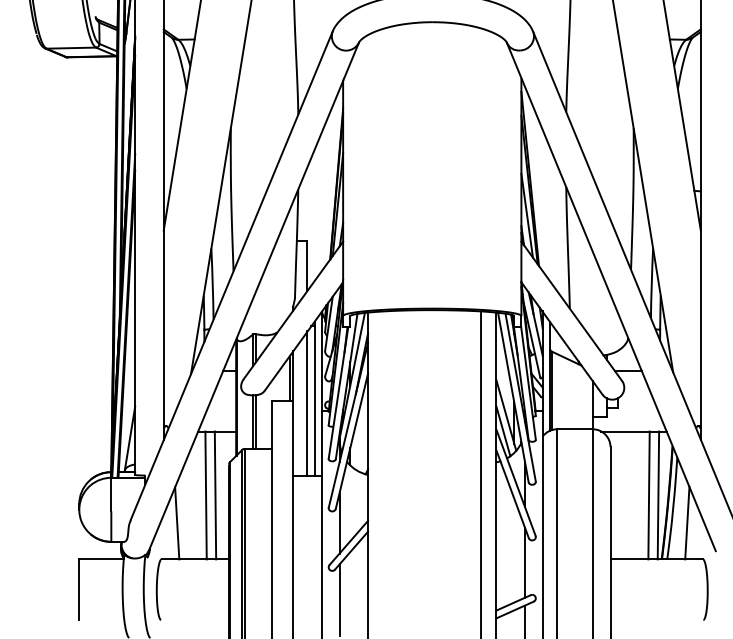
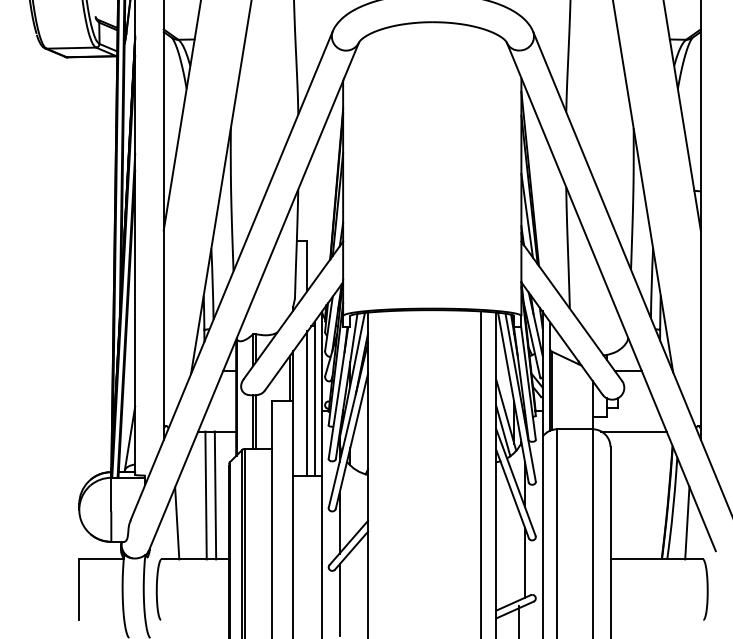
line at (648, 495): present -> none
line at (658, 495): present -> none
line at (524, 619) position: (524, 619) -> (518, 619)
